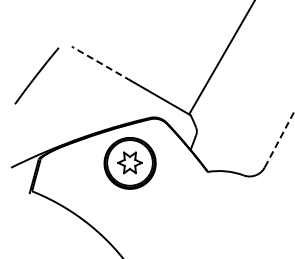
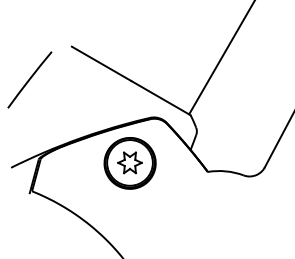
line at (101, 63): dashed -> solid
line at (36, 75) position: (36, 75) -> (29, 79)
line at (279, 139): dashed -> solid
